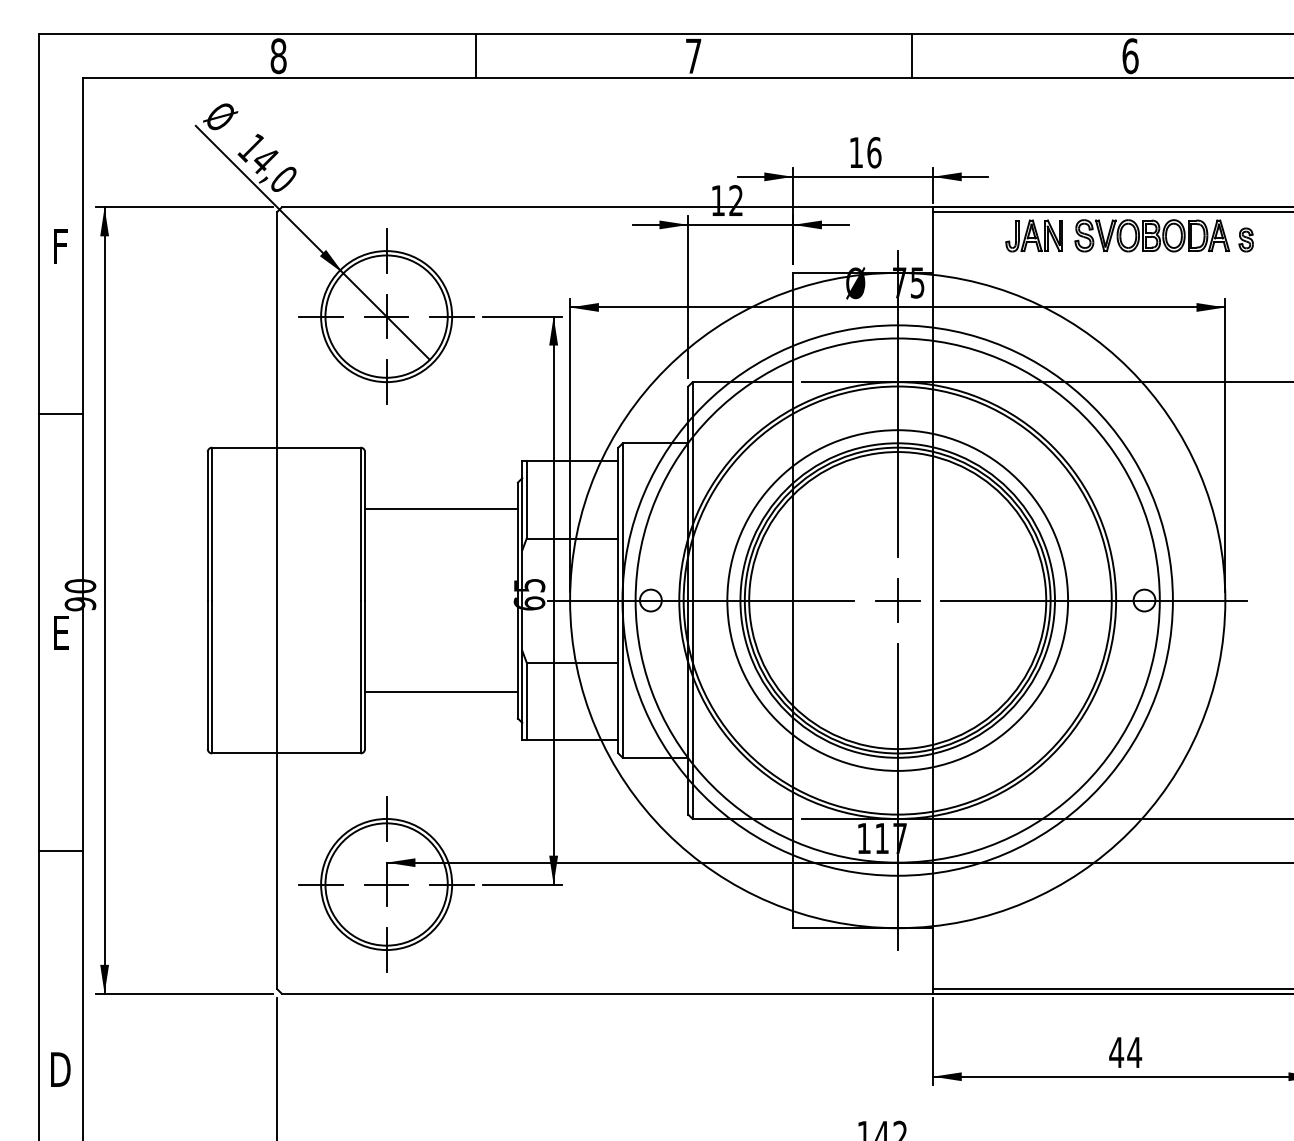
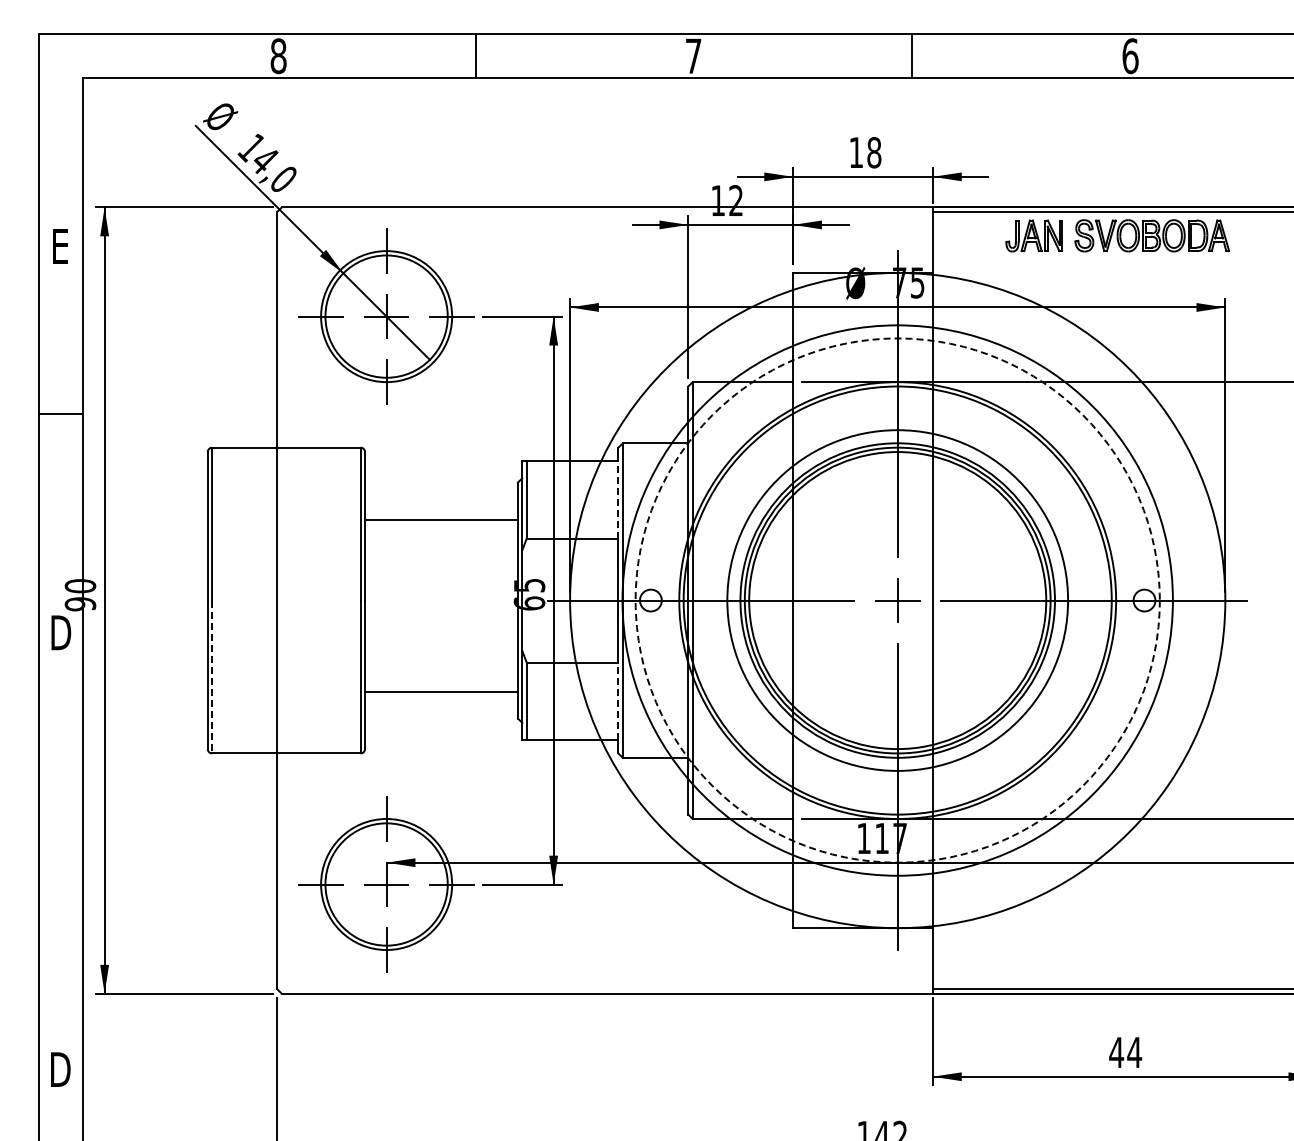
text at (874, 152): 16 -> 18
part at (1245, 239): present -> none
text at (60, 246): F -> E
line at (618, 499): solid -> dashed
line at (441, 508) position: (441, 508) -> (441, 519)
circle at (897, 600): solid -> dashed
text at (61, 632): E -> D
line at (212, 677): solid -> dashed
line at (618, 701): solid -> dashed
line at (60, 851): present -> none
